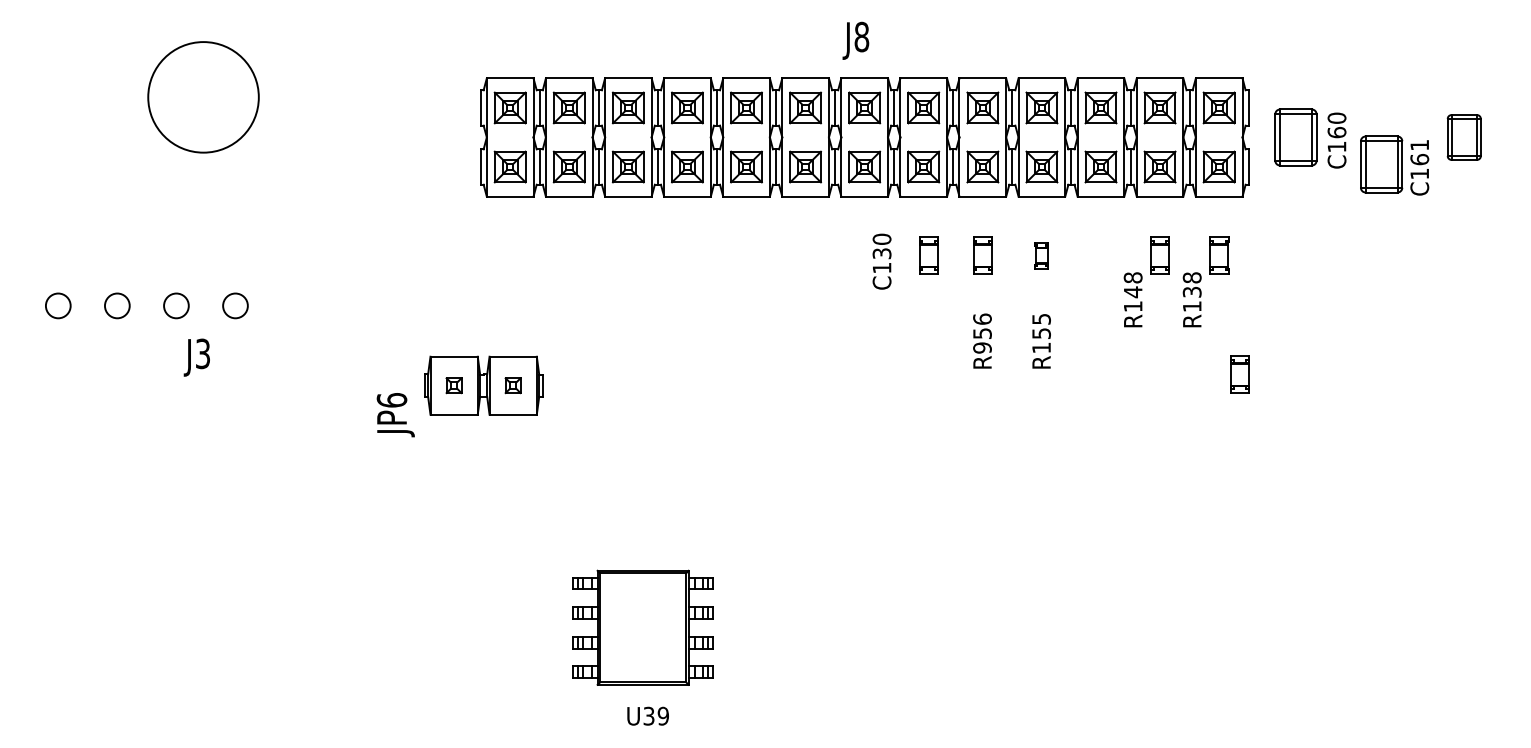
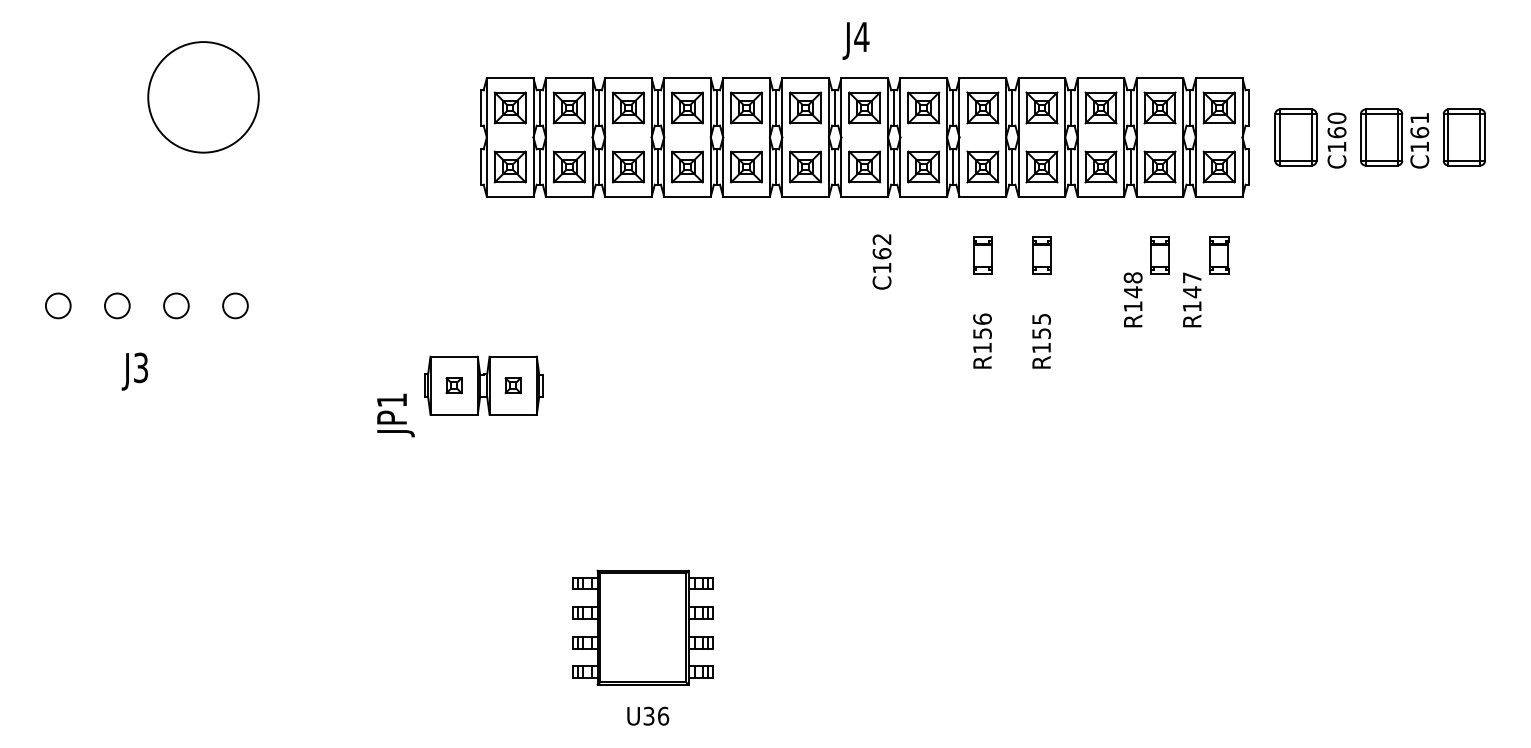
text at (861, 36): J8 -> J4
part at (1463, 137) size: 36x47 px -> 44x59 px
part at (1394, 165) position: (1394, 165) -> (1394, 138)
text at (881, 246): C130 -> C162
part at (928, 255): present -> none
part at (1041, 255) size: 15x28 px -> 20x39 px
text at (1191, 285): R138 -> R147
text at (982, 347): R956 -> R156
text at (196, 357) position: (196, 357) -> (134, 371)
part at (1239, 374): present -> none
text at (391, 400): JP6 -> JP1
text at (663, 715): U39 -> U36
